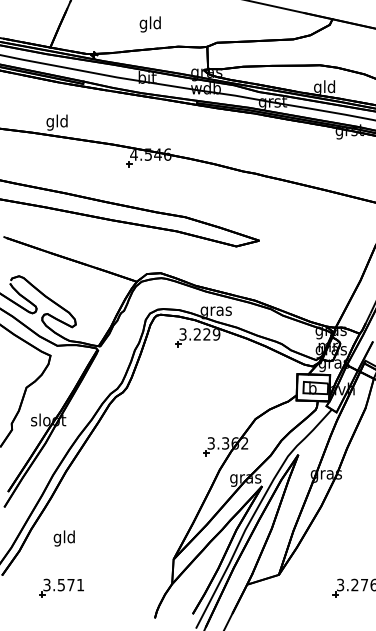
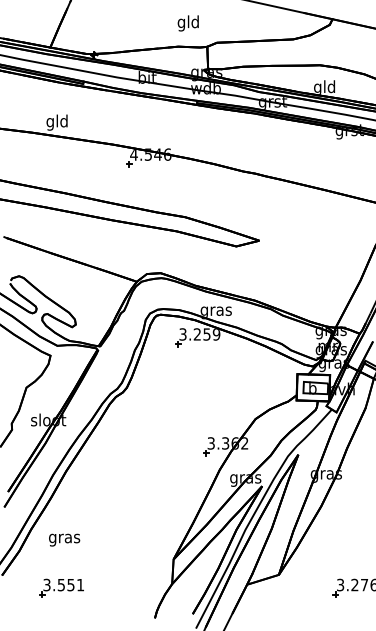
text at (149, 24) position: (149, 24) -> (187, 23)
text at (206, 334): 3.229 -> 3.259
text at (64, 538): gld -> gras
text at (70, 585): 3.571 -> 3.551
